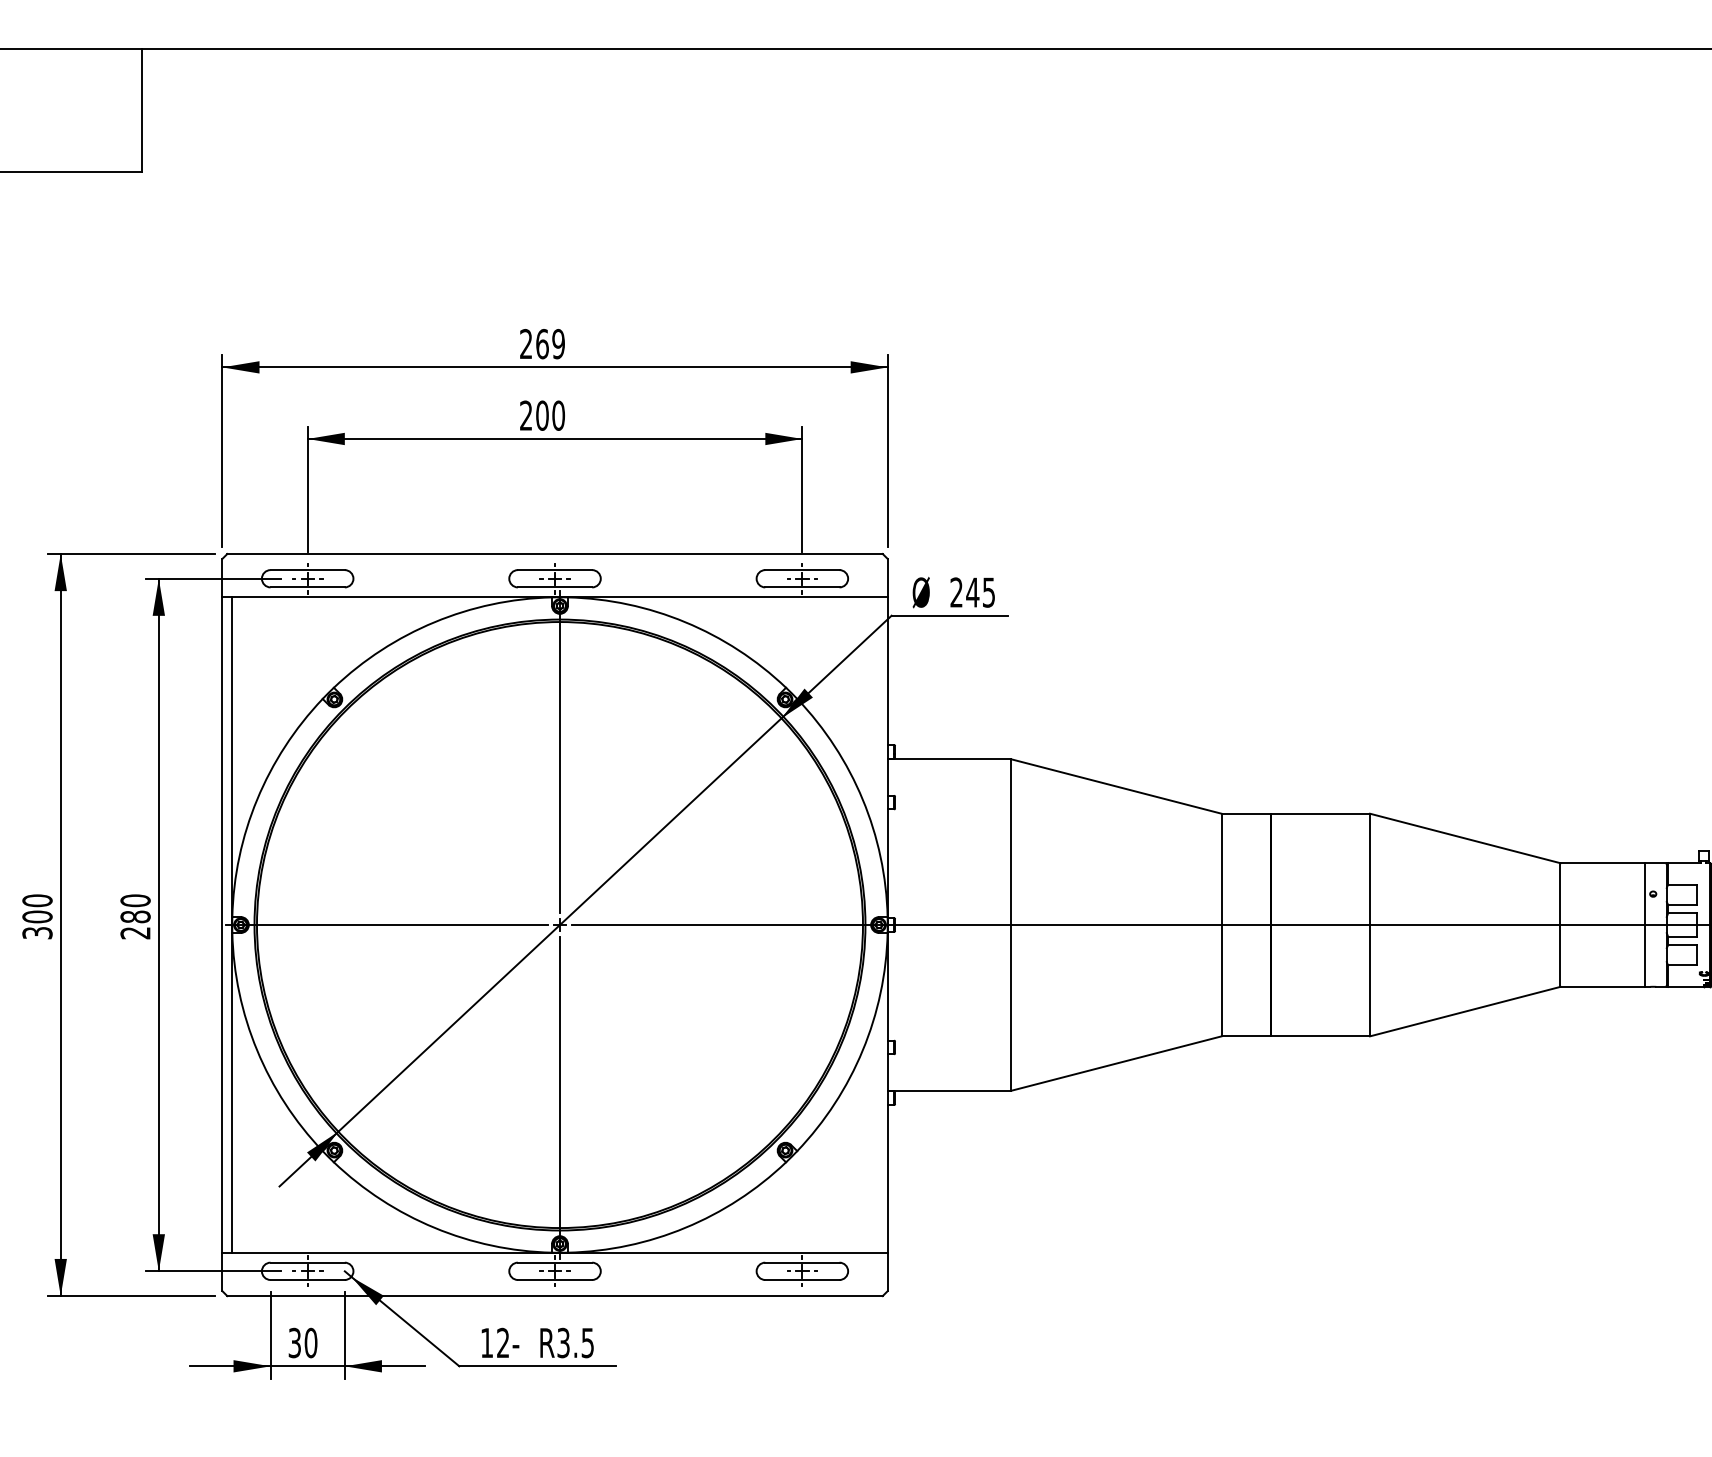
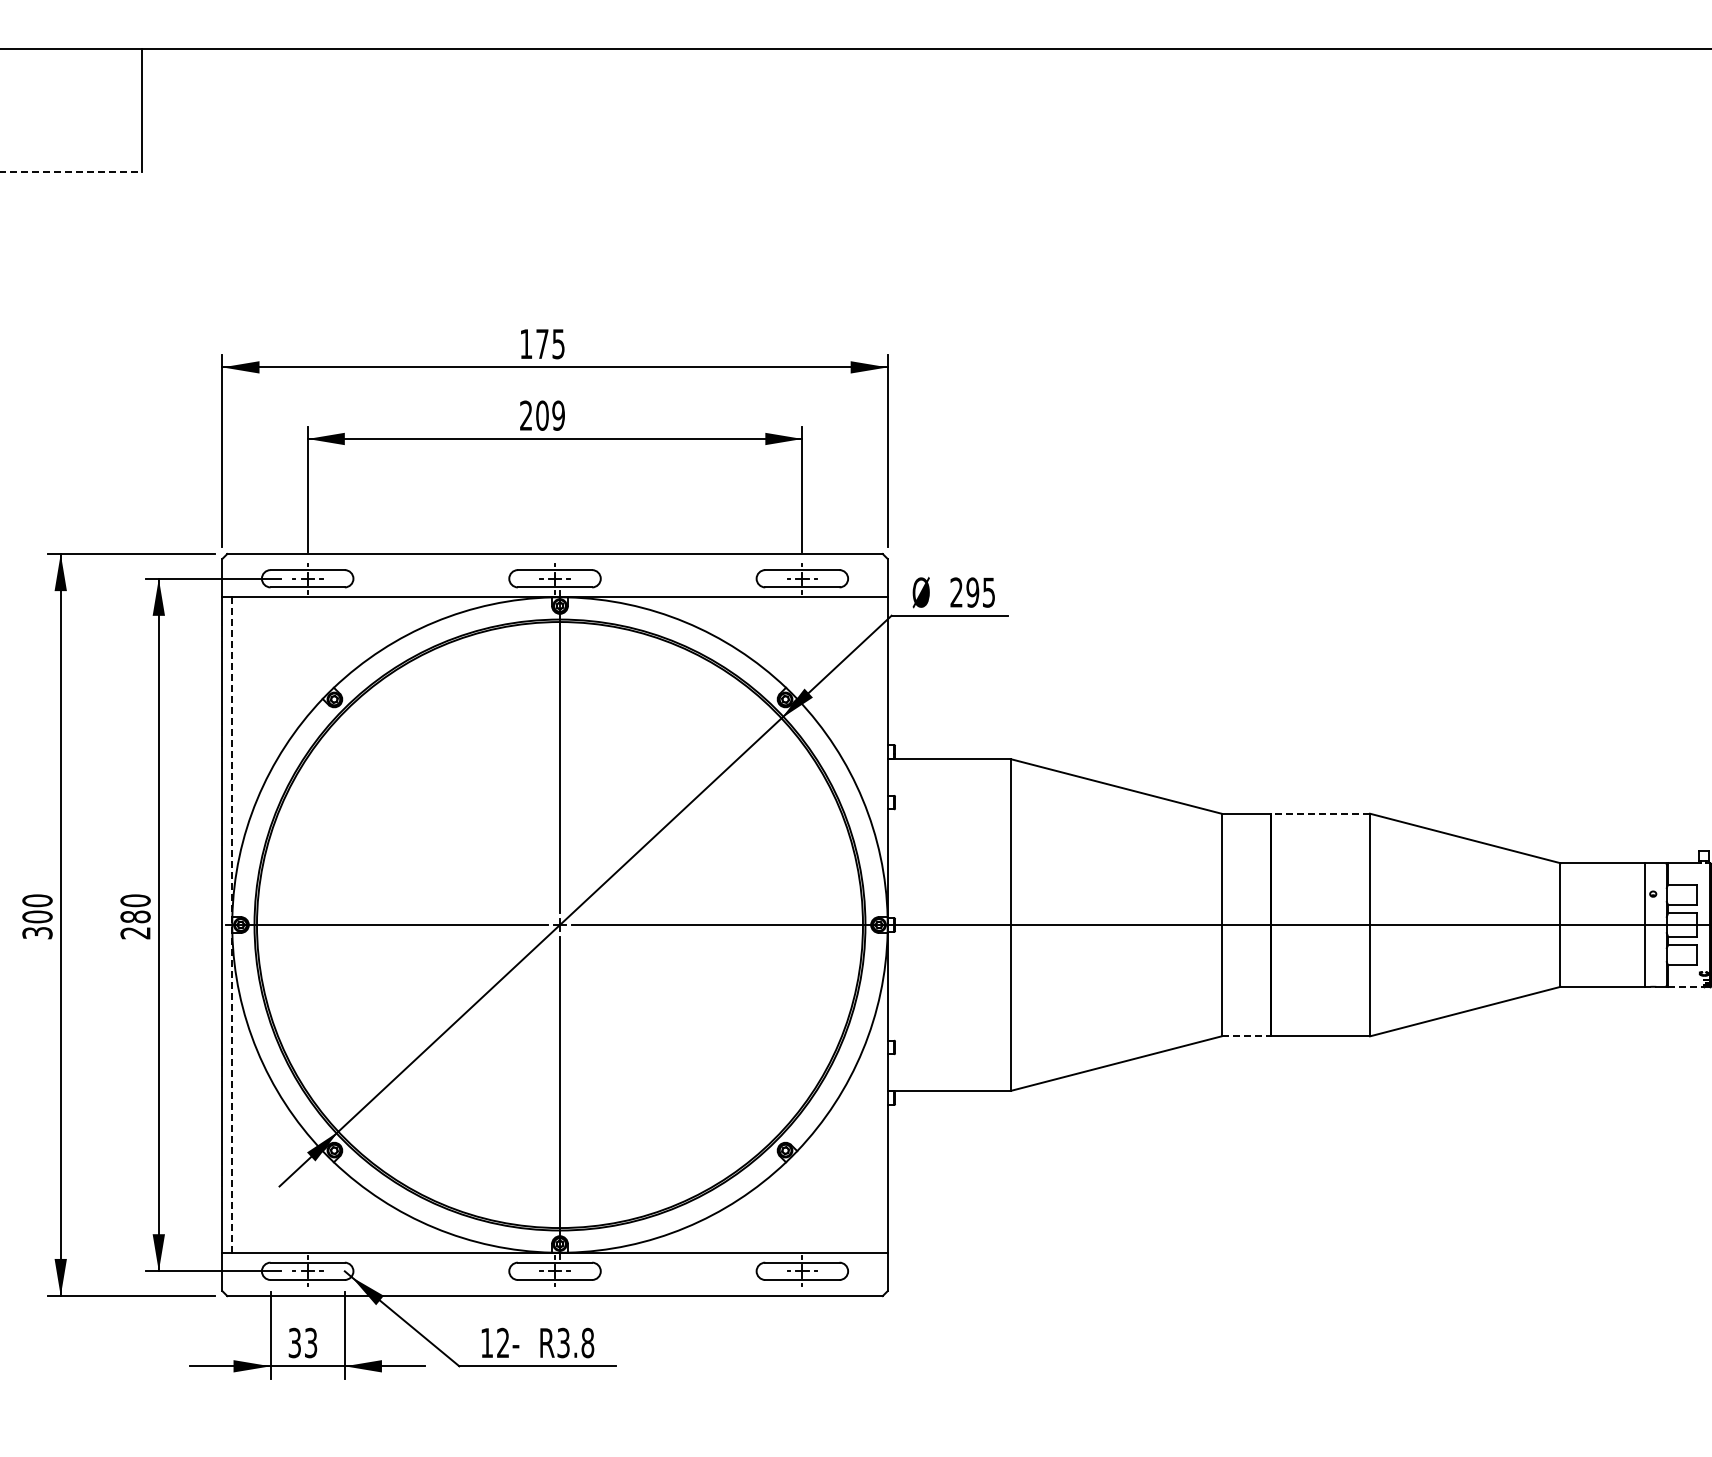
line at (71, 172): solid -> dashed
text at (542, 343): 269 -> 175
text at (558, 415): 200 -> 209
text at (972, 592): 245 -> 295
line at (1320, 813): solid -> dashed
line at (232, 925): solid -> dashed
line at (1686, 986): solid -> dashed
line at (1246, 1036): solid -> dashed
text at (310, 1342): 30 -> 33
text at (587, 1342): R3.5 -> R3.8
